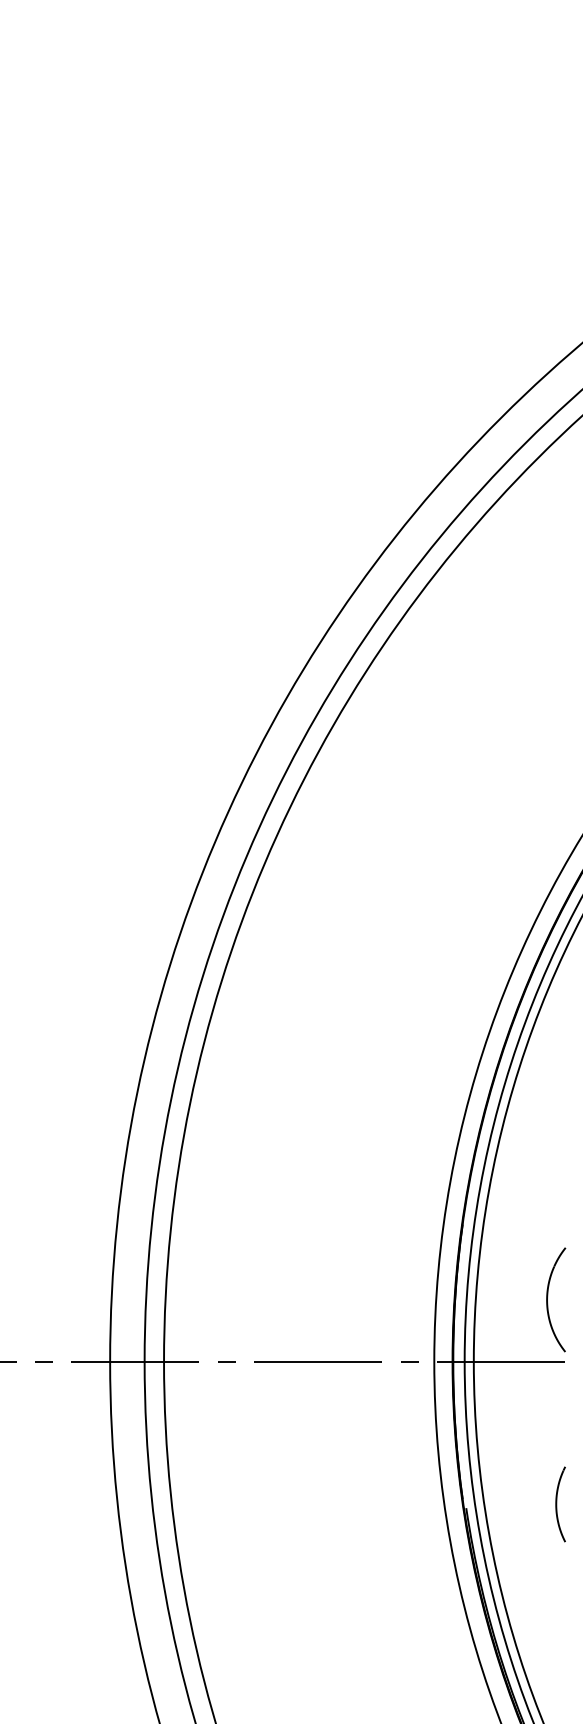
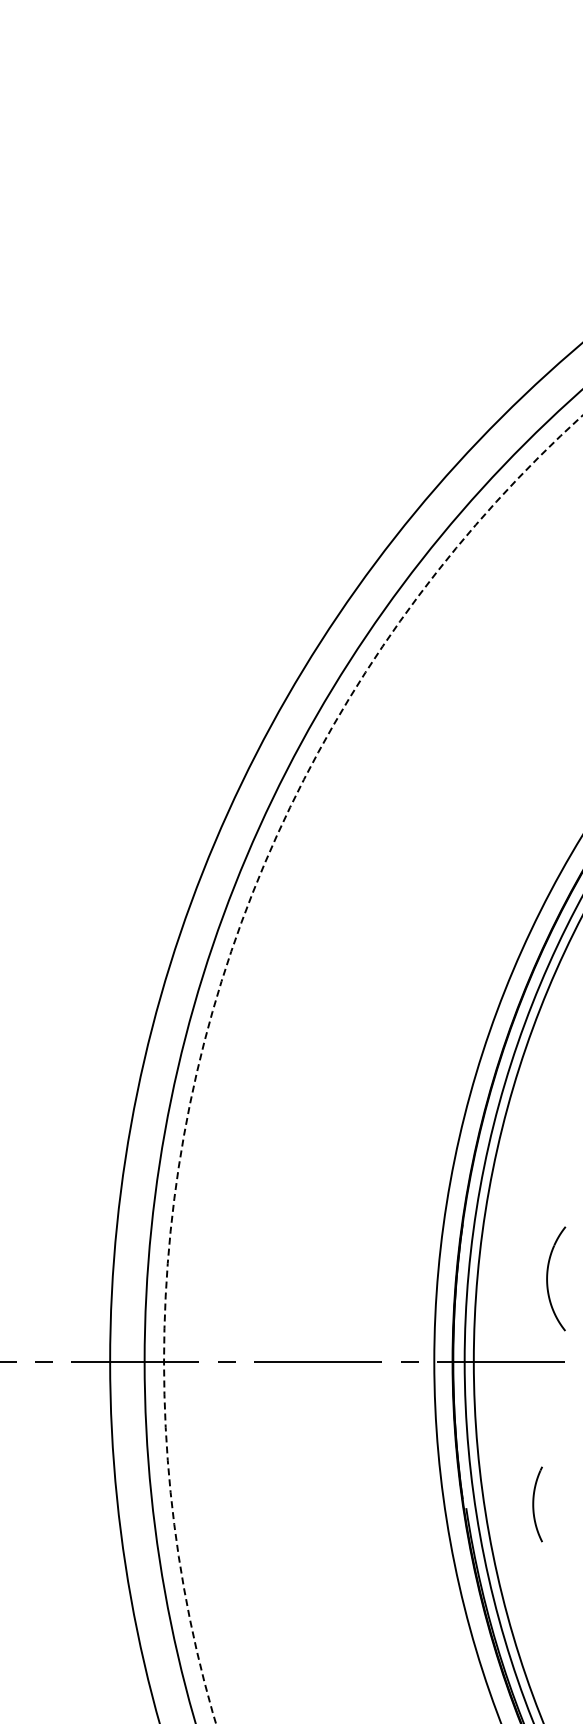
circle at (373, 1069): solid -> dashed
part at (548, 1296) position: (548, 1296) -> (548, 1275)
part at (560, 1504) position: (560, 1504) -> (537, 1504)
